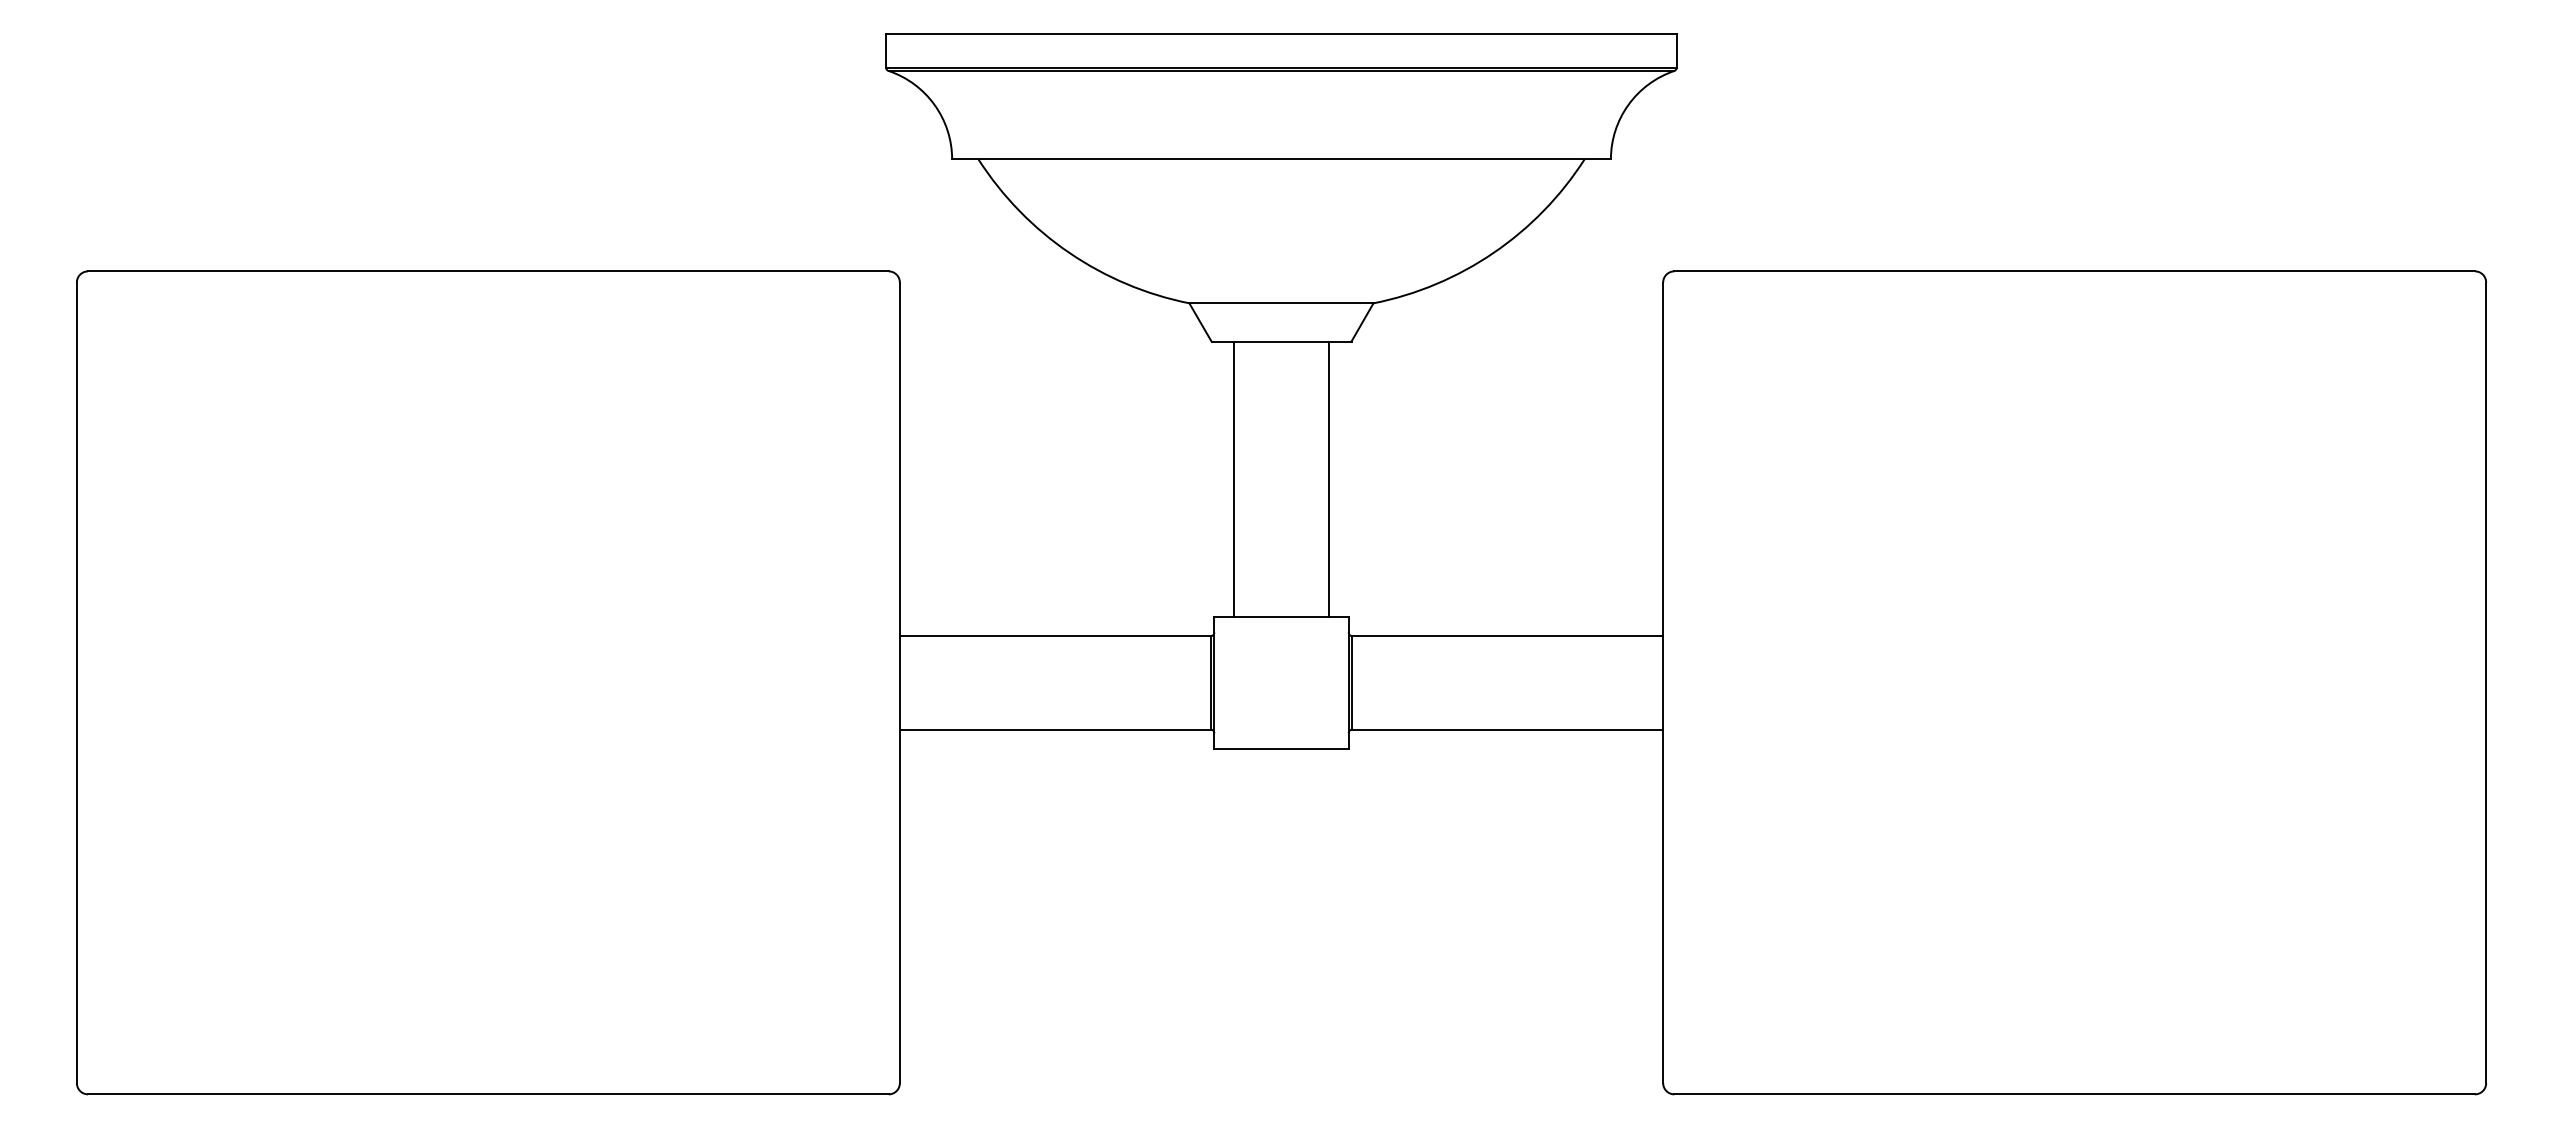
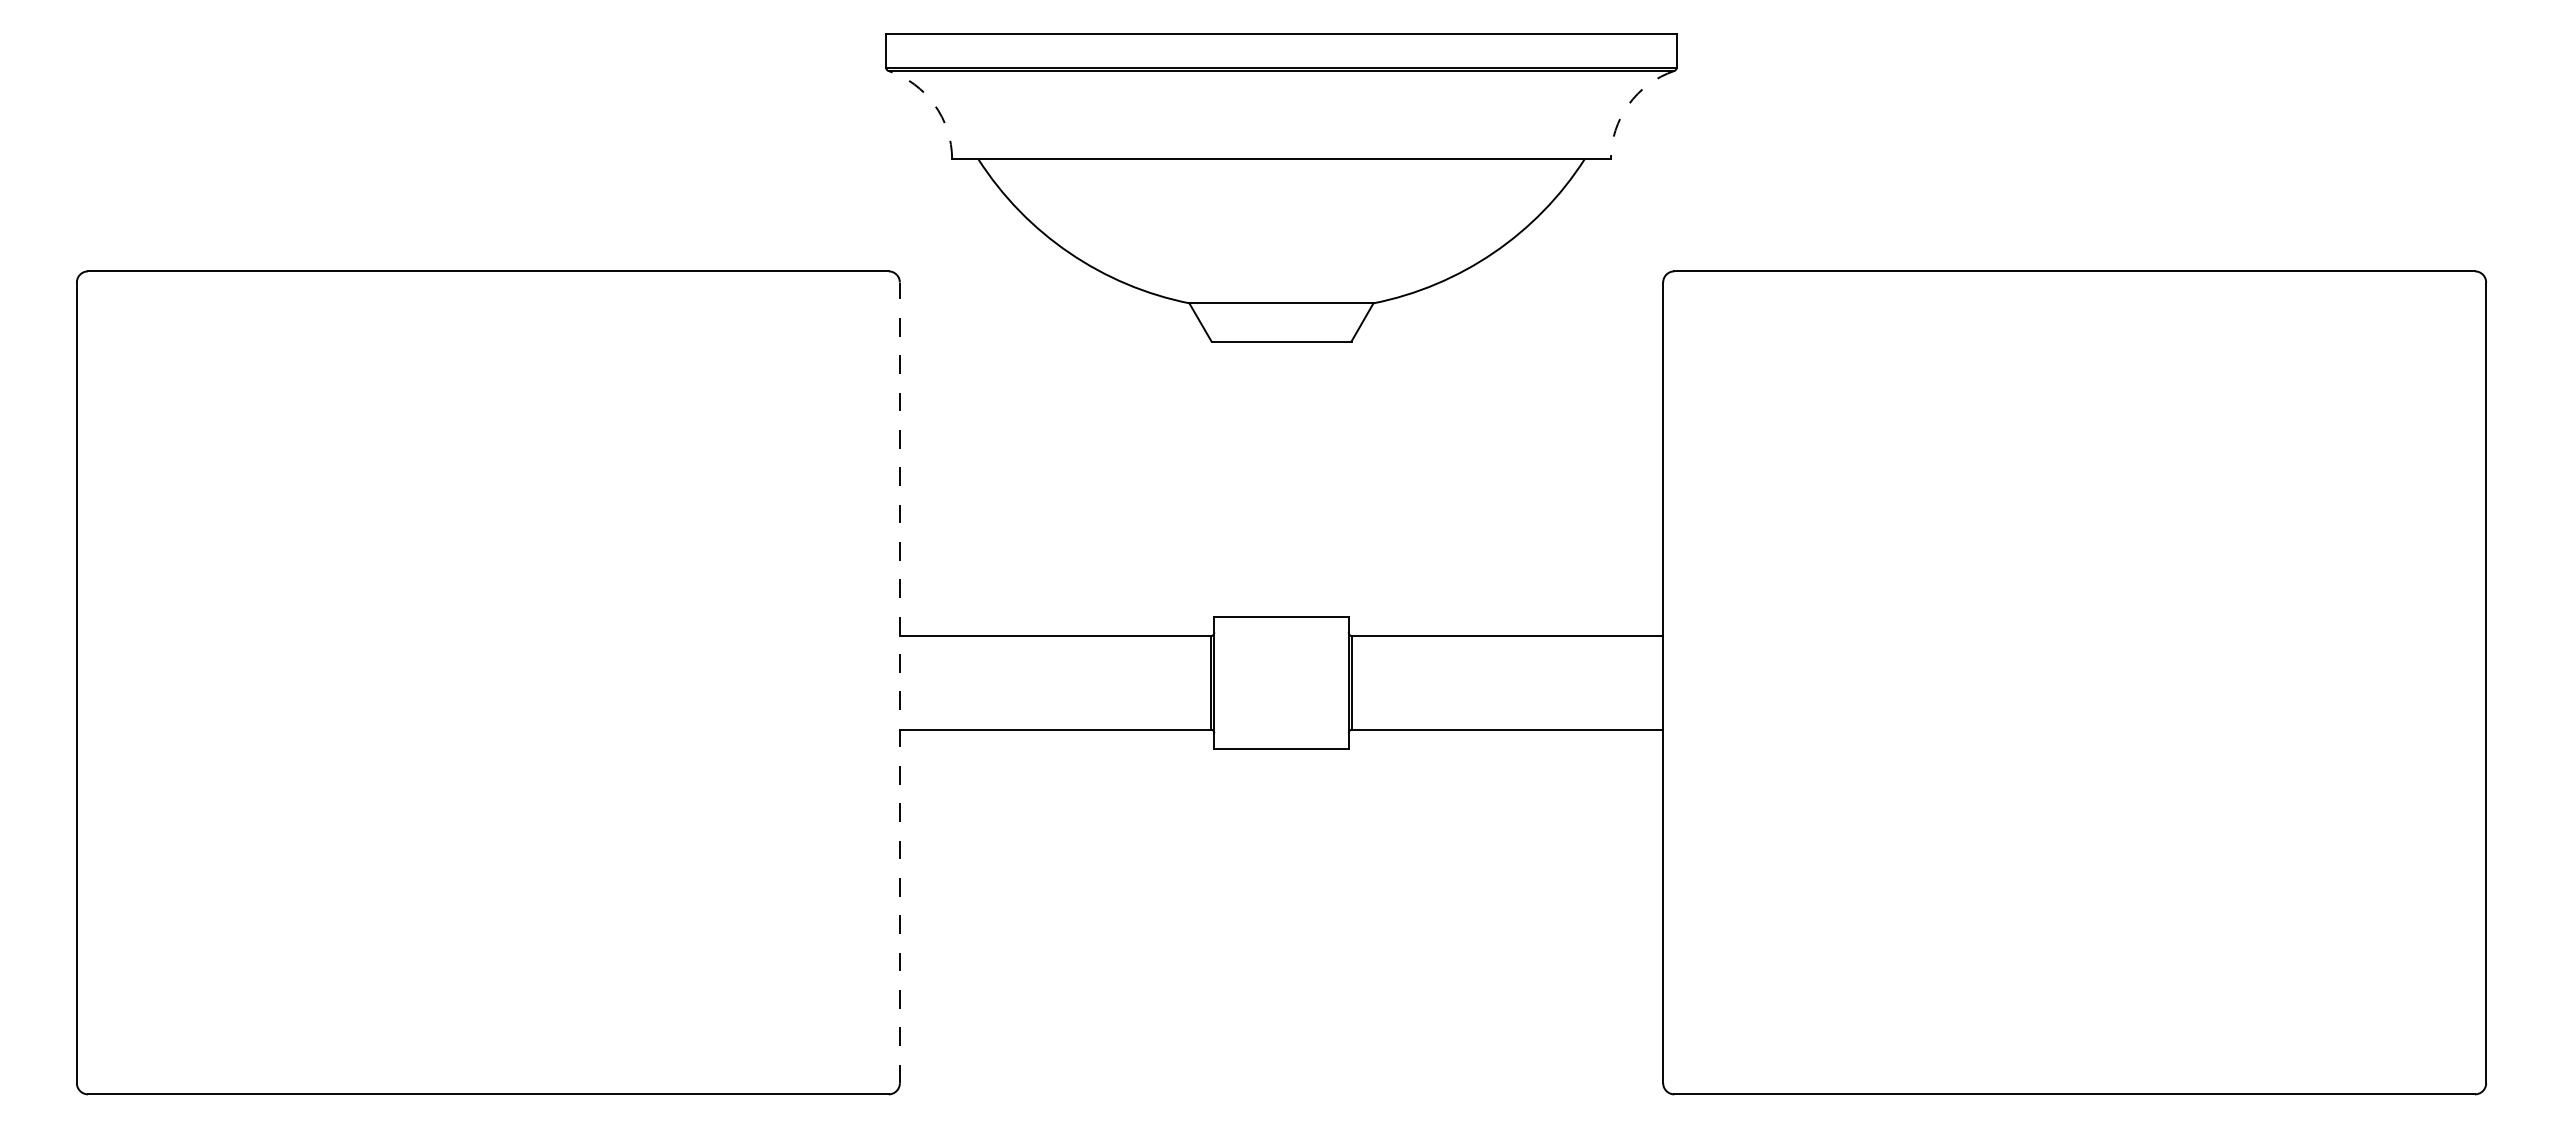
arc at (934, 104): solid -> dashed
arc at (1628, 104): solid -> dashed
line at (1233, 479): present -> none
line at (1329, 479): present -> none
line at (899, 682): solid -> dashed
